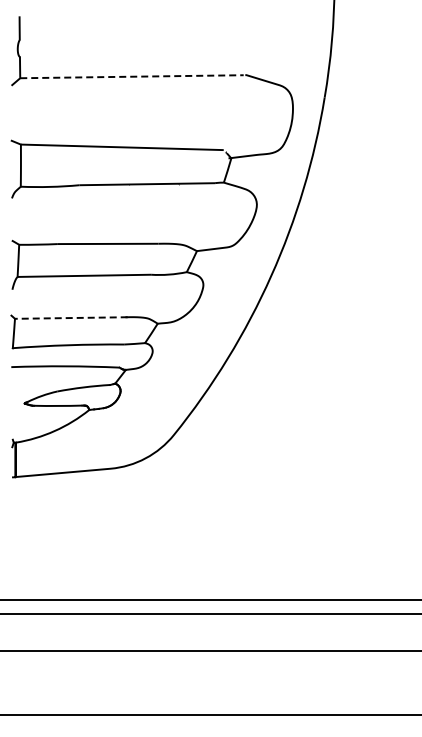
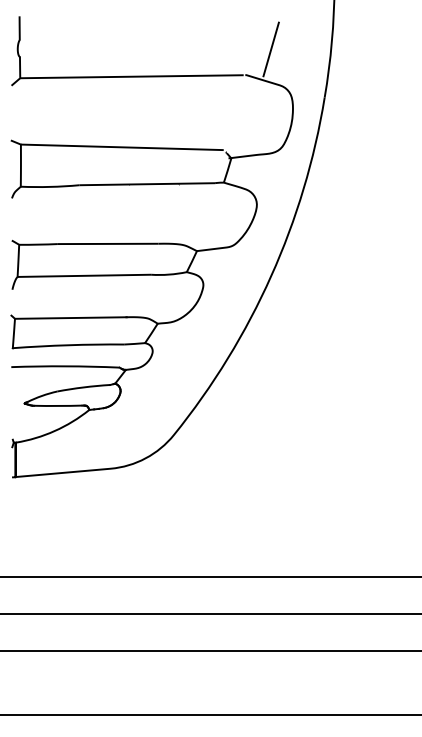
line at (270, 49): none -> present
line at (131, 76): dashed -> solid
line at (70, 318): dashed -> solid
line at (210, 600) position: (210, 600) -> (210, 577)
